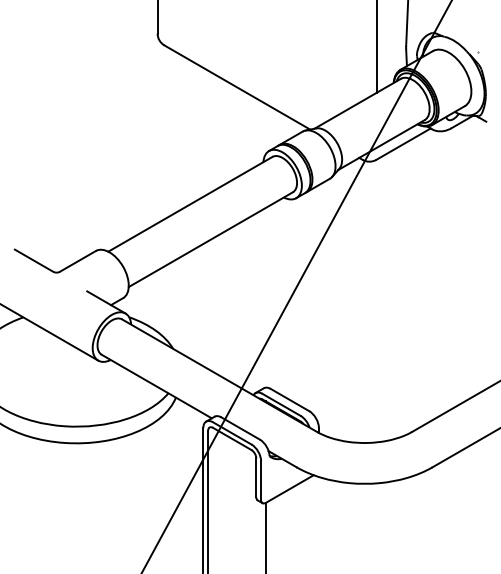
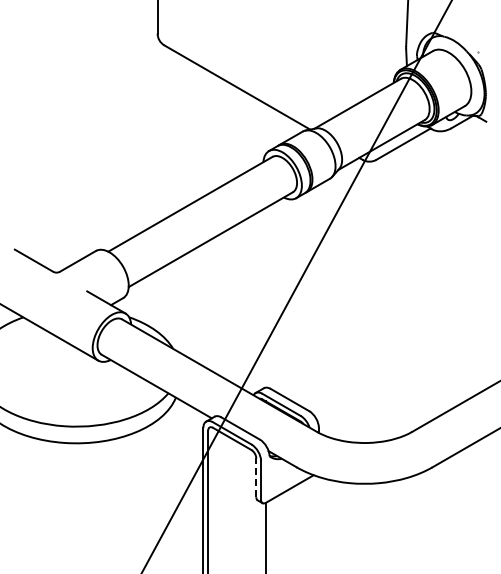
line at (376, 47): present -> none
line at (256, 477): solid -> dashed
